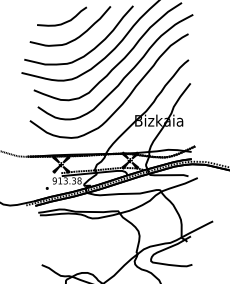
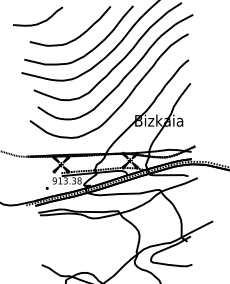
curve at (62, 22) position: (62, 22) -> (38, 22)
